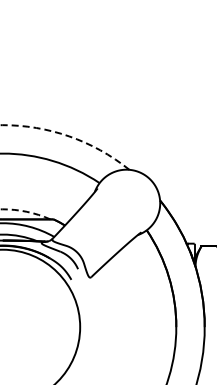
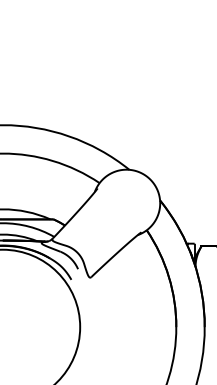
arc at (68, 136): dashed -> solid
arc at (25, 211): dashed -> solid
